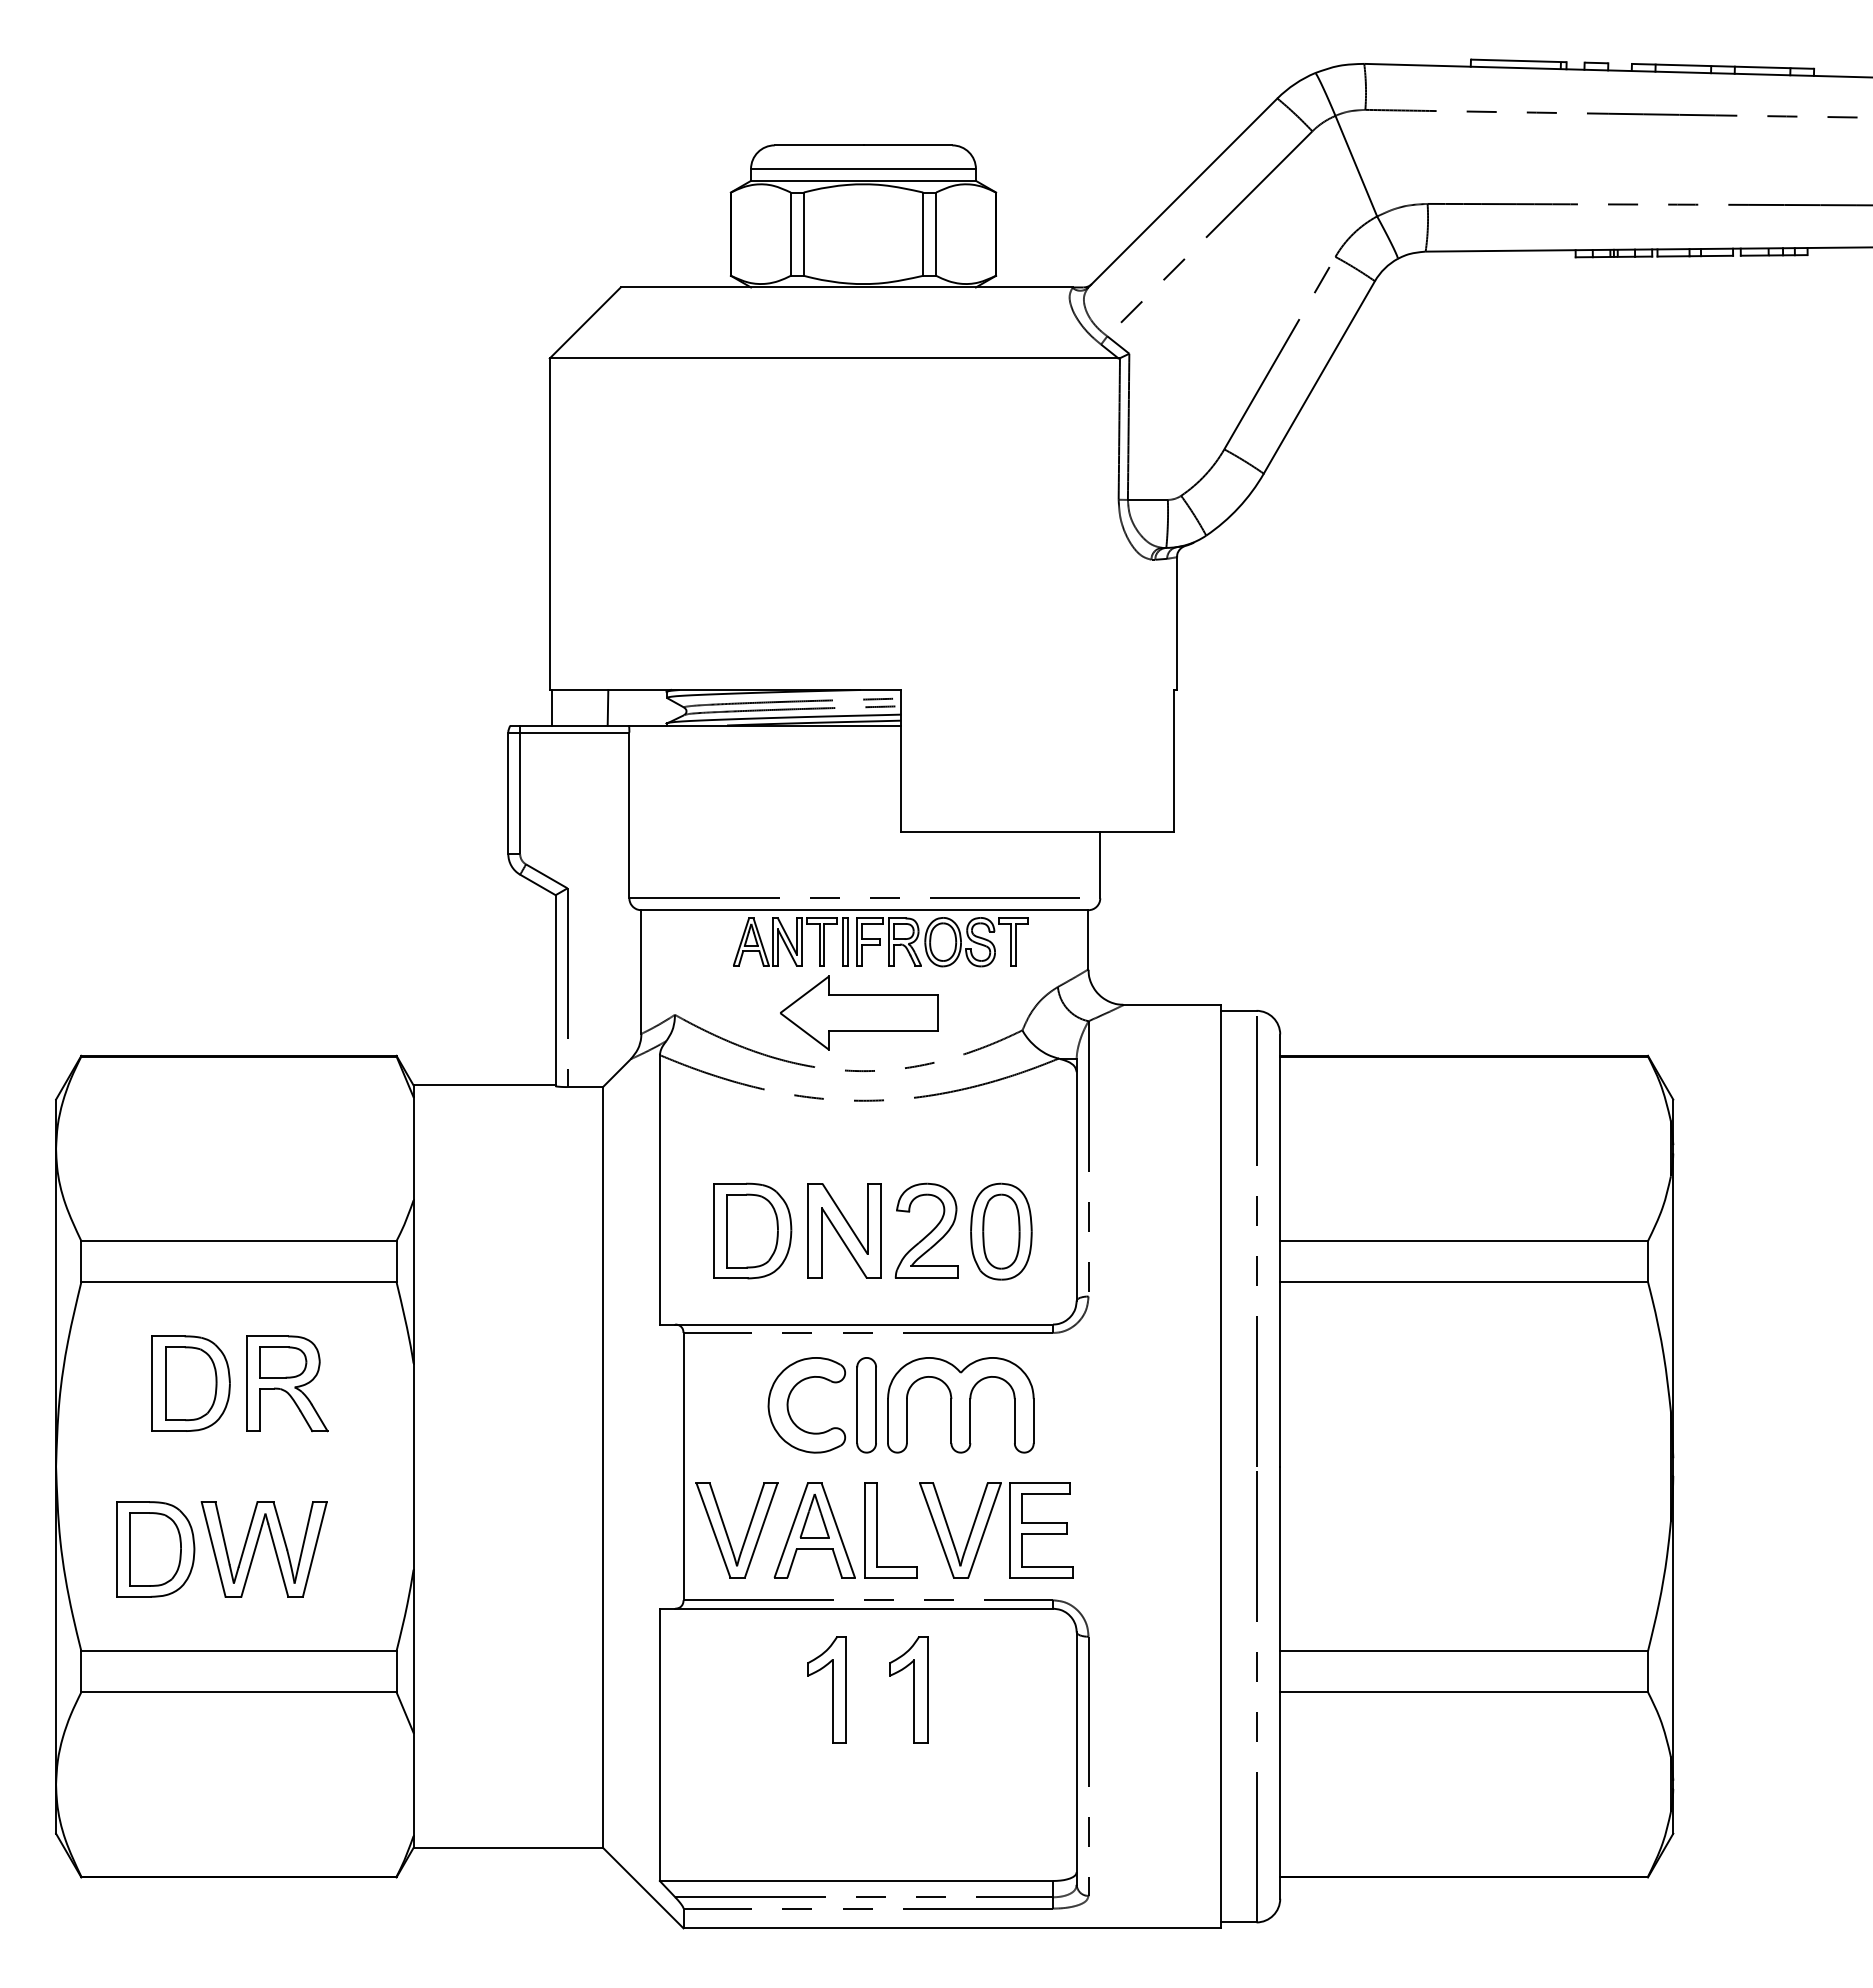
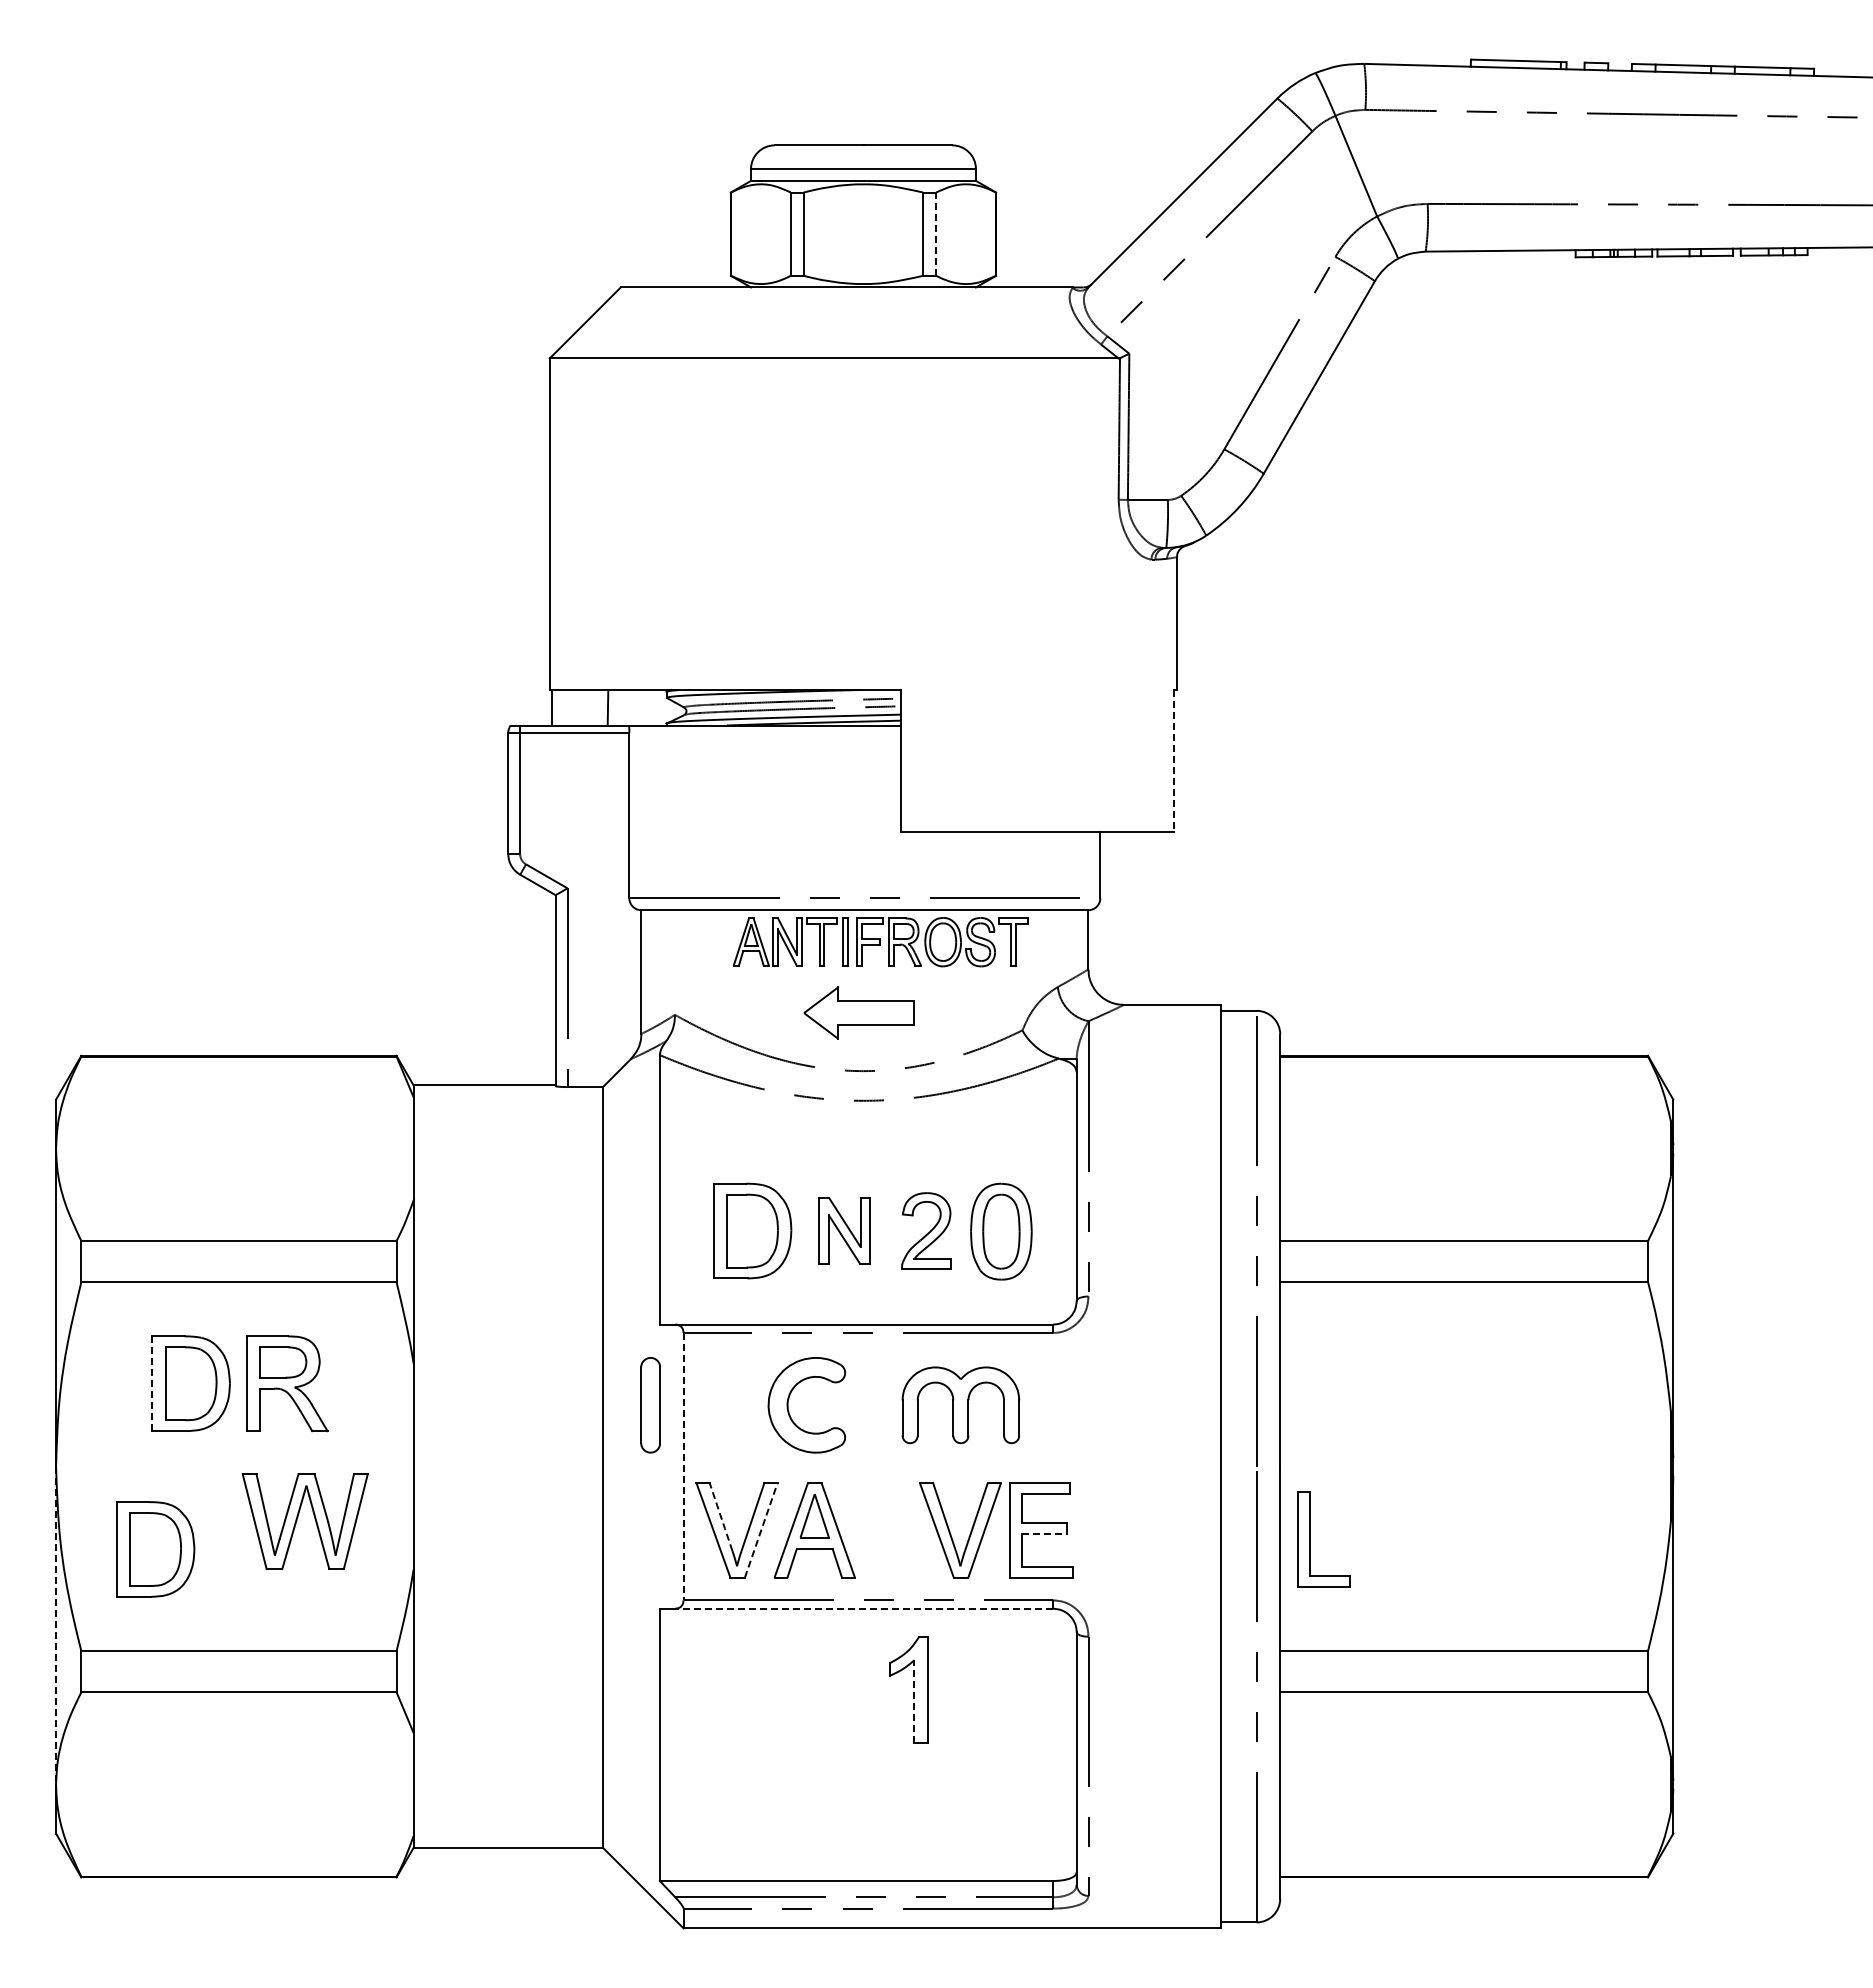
line at (936, 234): solid -> dashed
line at (1174, 761): solid -> dashed
part at (859, 1012) size: 159x76 px -> 112x54 px
part at (844, 1230) size: 75x96 px -> 53x68 px
part at (926, 1230) size: 65x97 px -> 51x78 px
line at (152, 1383): solid -> dashed
part at (866, 1405) position: (866, 1405) -> (650, 1405)
part at (960, 1405) size: 148x97 px -> 120x79 px
line at (683, 1466): solid -> dashed
line at (721, 1517): solid -> dashed
line at (761, 1530): solid -> dashed
part at (877, 1530) position: (877, 1530) -> (1310, 1539)
line at (1044, 1534): solid -> dashed
part at (256, 1548) position: (256, 1548) -> (297, 1520)
line at (864, 1608): solid -> dashed
line at (56, 1625): solid -> dashed
part at (826, 1689): present -> none
line at (914, 1701): solid -> dashed
